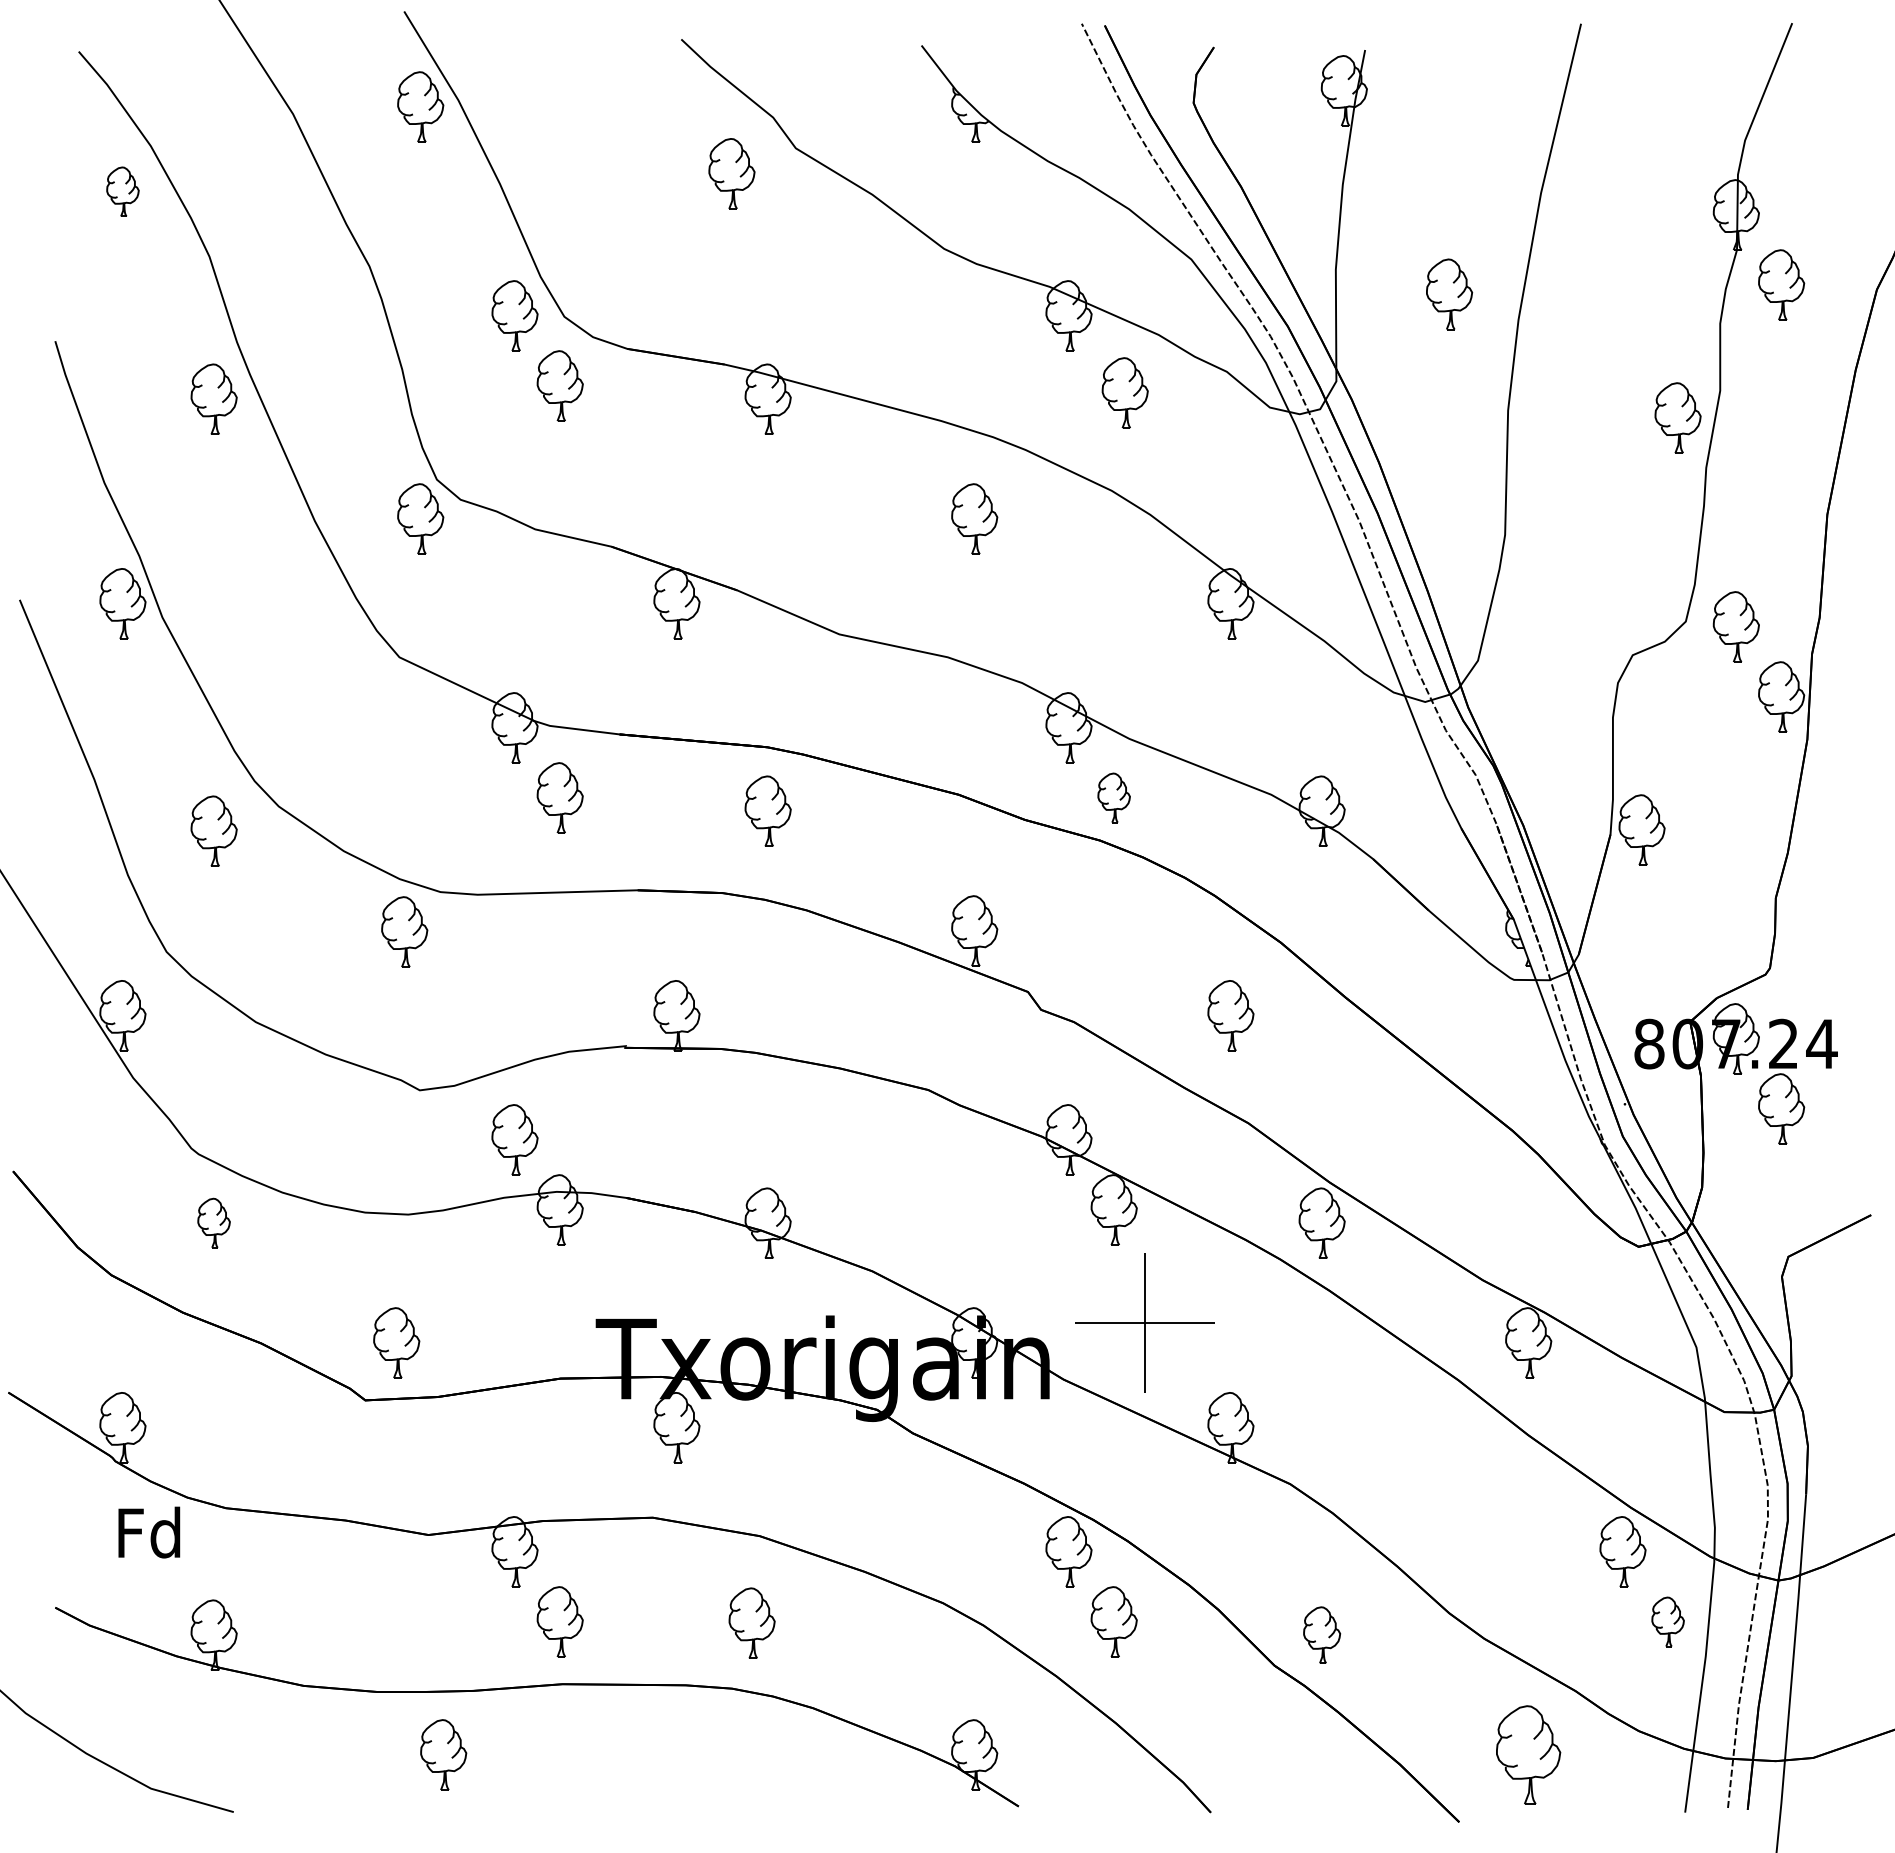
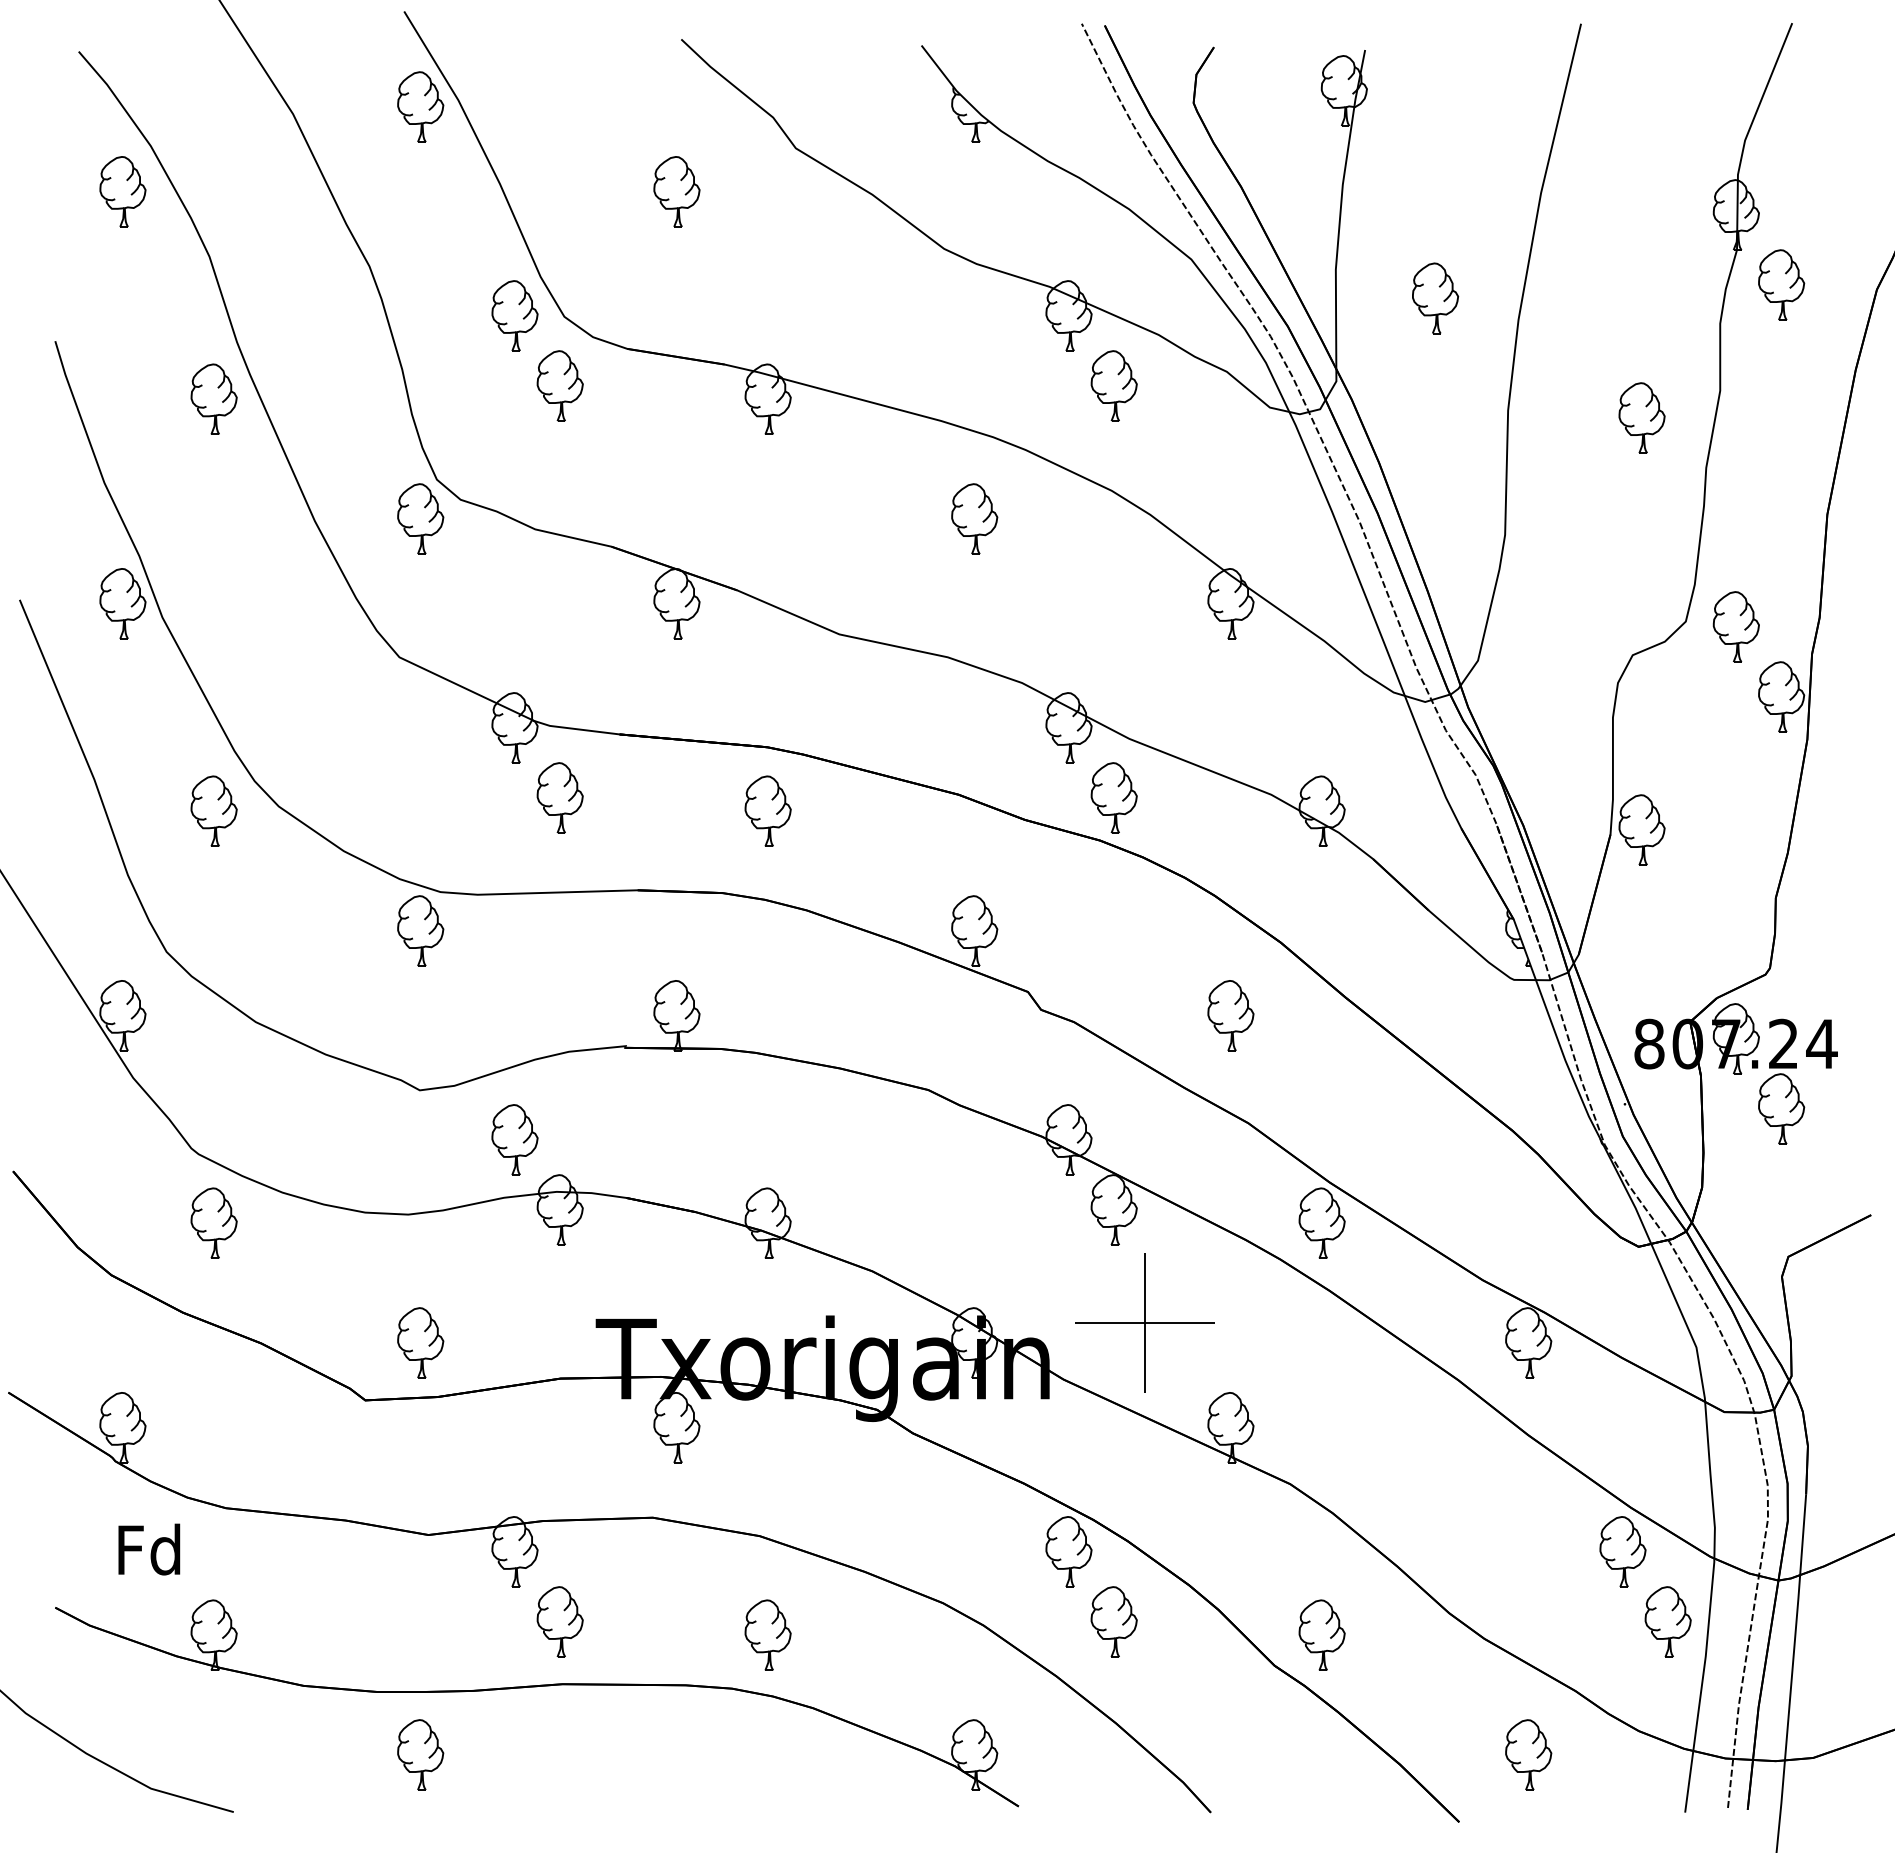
part at (731, 173) position: (731, 173) -> (676, 191)
part at (122, 191) size: 34x51 px -> 48x72 px
part at (1449, 294) position: (1449, 294) -> (1435, 298)
part at (1124, 392) position: (1124, 392) -> (1113, 385)
part at (1677, 417) position: (1677, 417) -> (1641, 417)
part at (1113, 797) size: 34x52 px -> 48x72 px
part at (213, 830) position: (213, 830) -> (213, 810)
part at (404, 931) position: (404, 931) -> (420, 930)
part at (213, 1222) size: 34x52 px -> 48x72 px
part at (396, 1342) position: (396, 1342) -> (420, 1342)
text at (149, 1532) position: (149, 1532) -> (149, 1549)
part at (1667, 1621) size: 34x52 px -> 48x72 px
part at (751, 1622) position: (751, 1622) -> (767, 1634)
part at (1322, 1634) size: 39x58 px -> 48x72 px
part at (443, 1754) position: (443, 1754) -> (420, 1754)
part at (1528, 1754) size: 66x100 px -> 48x72 px
